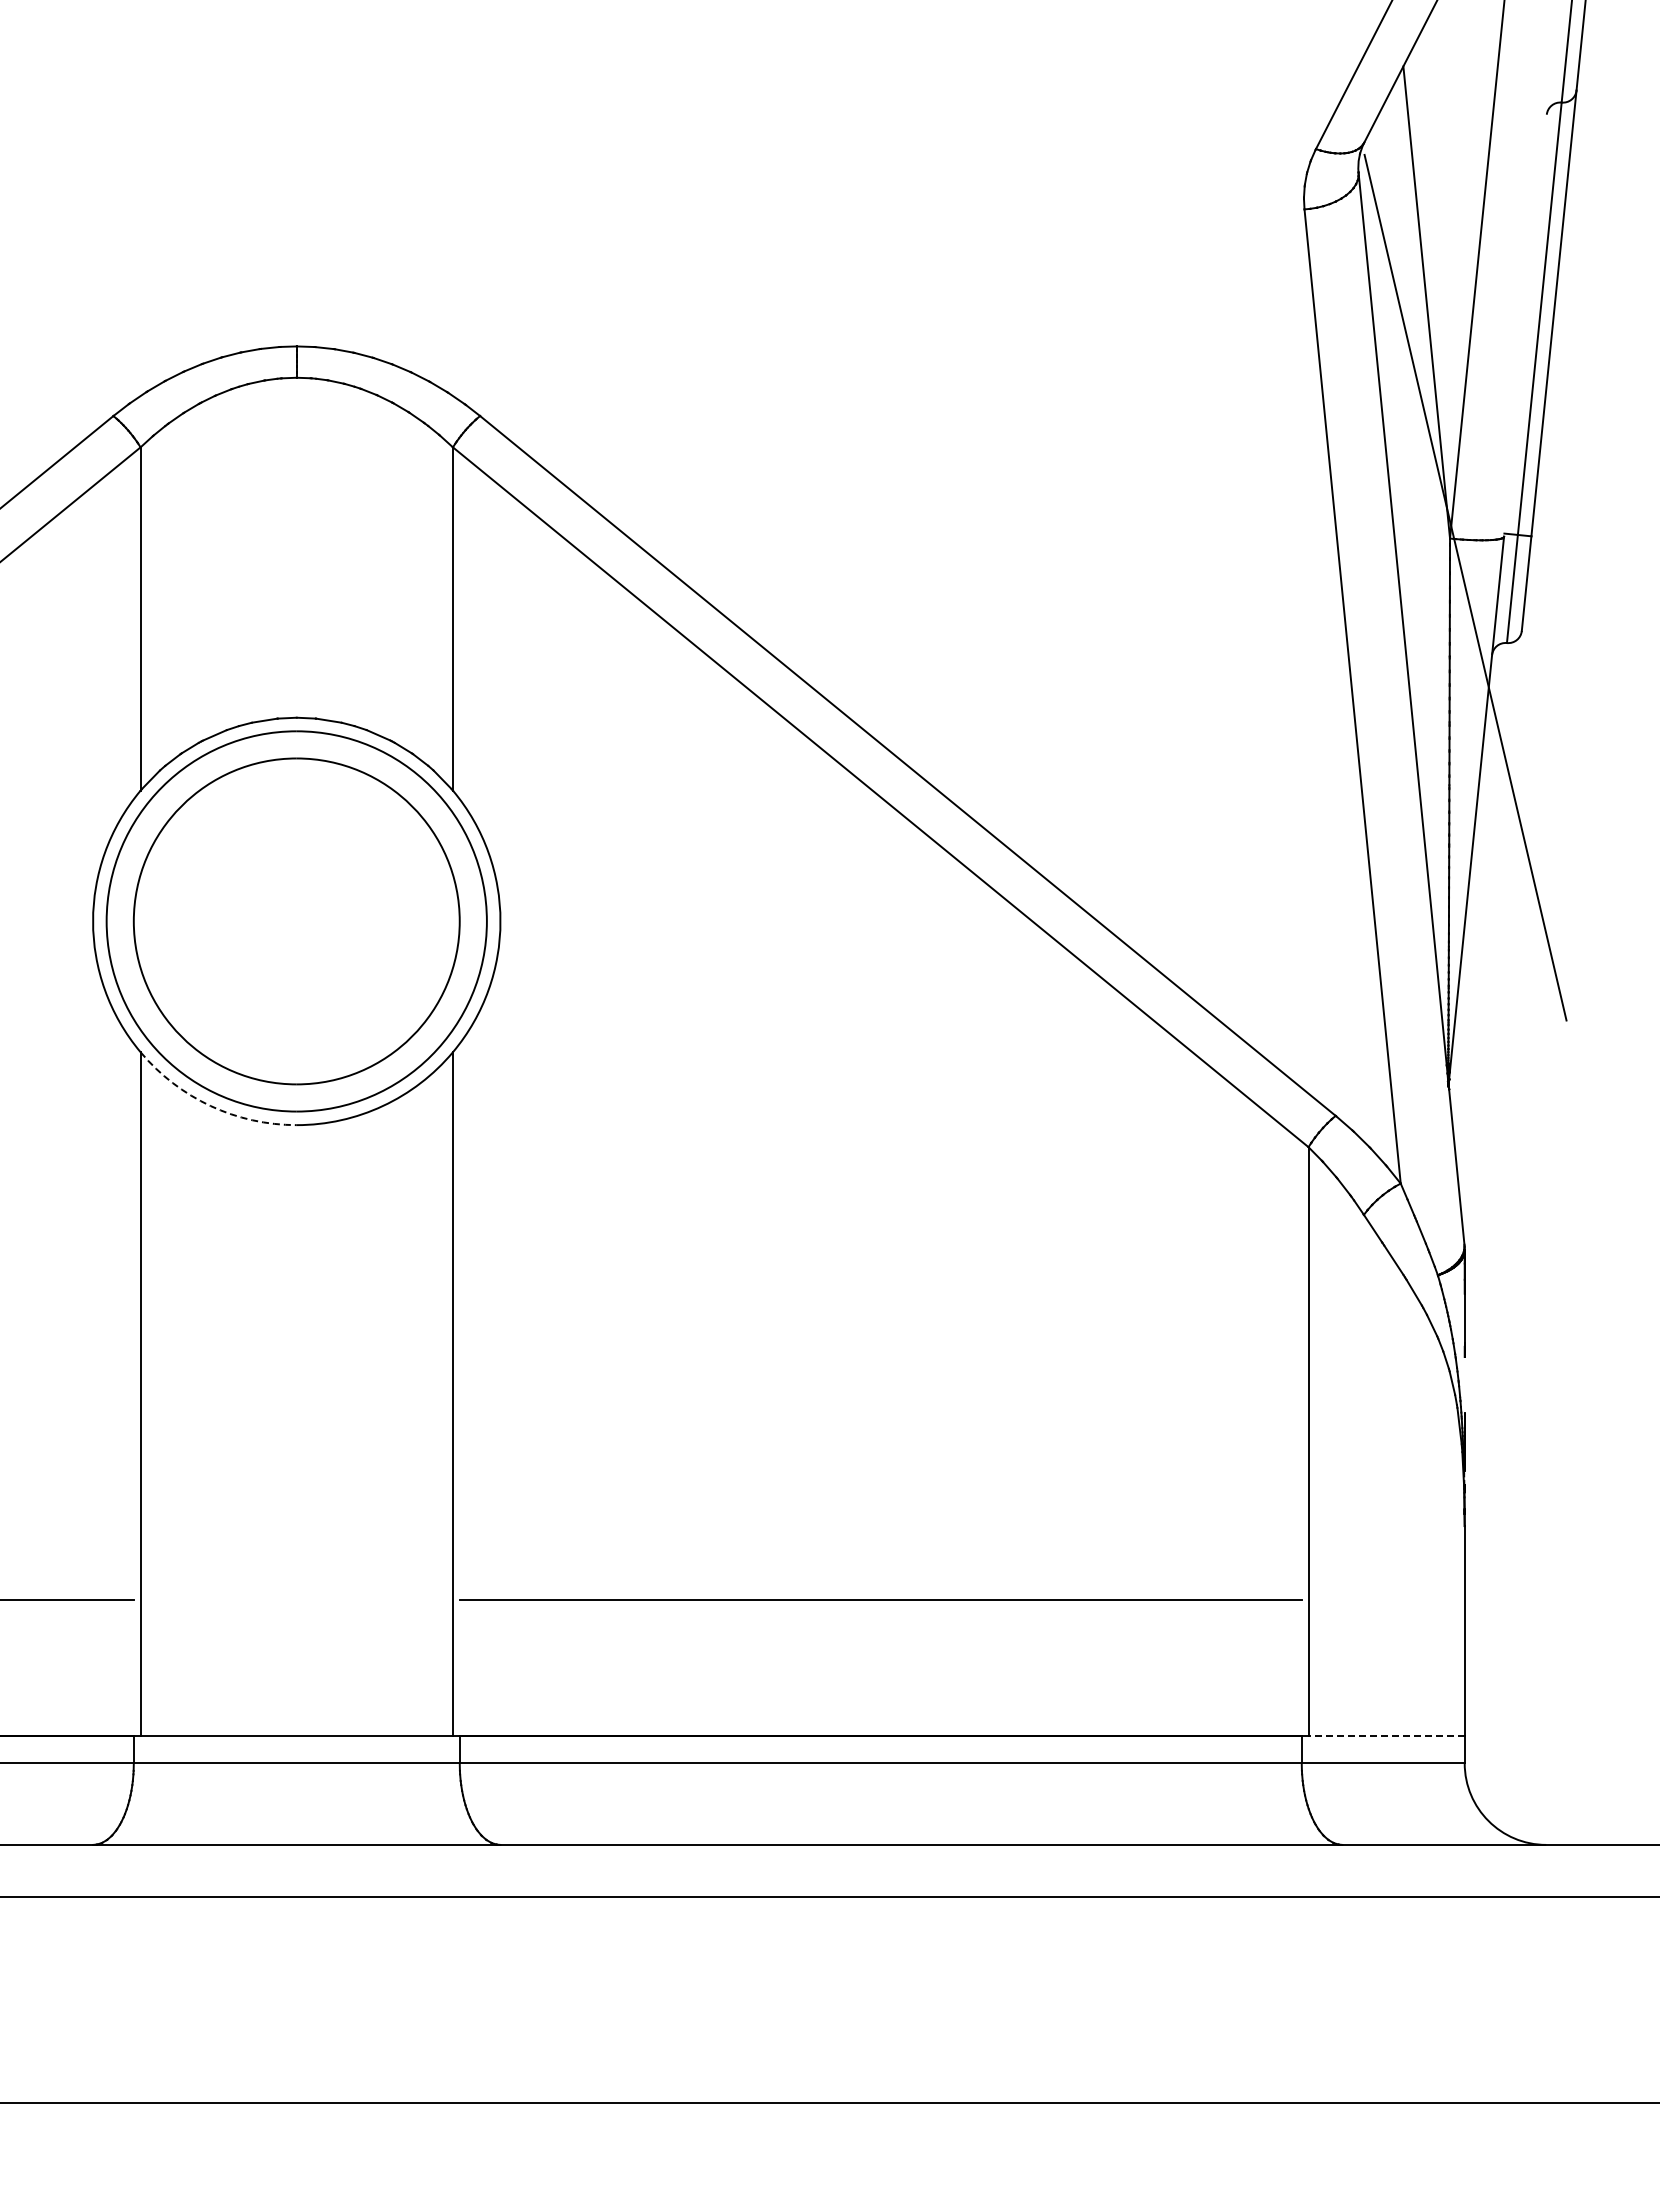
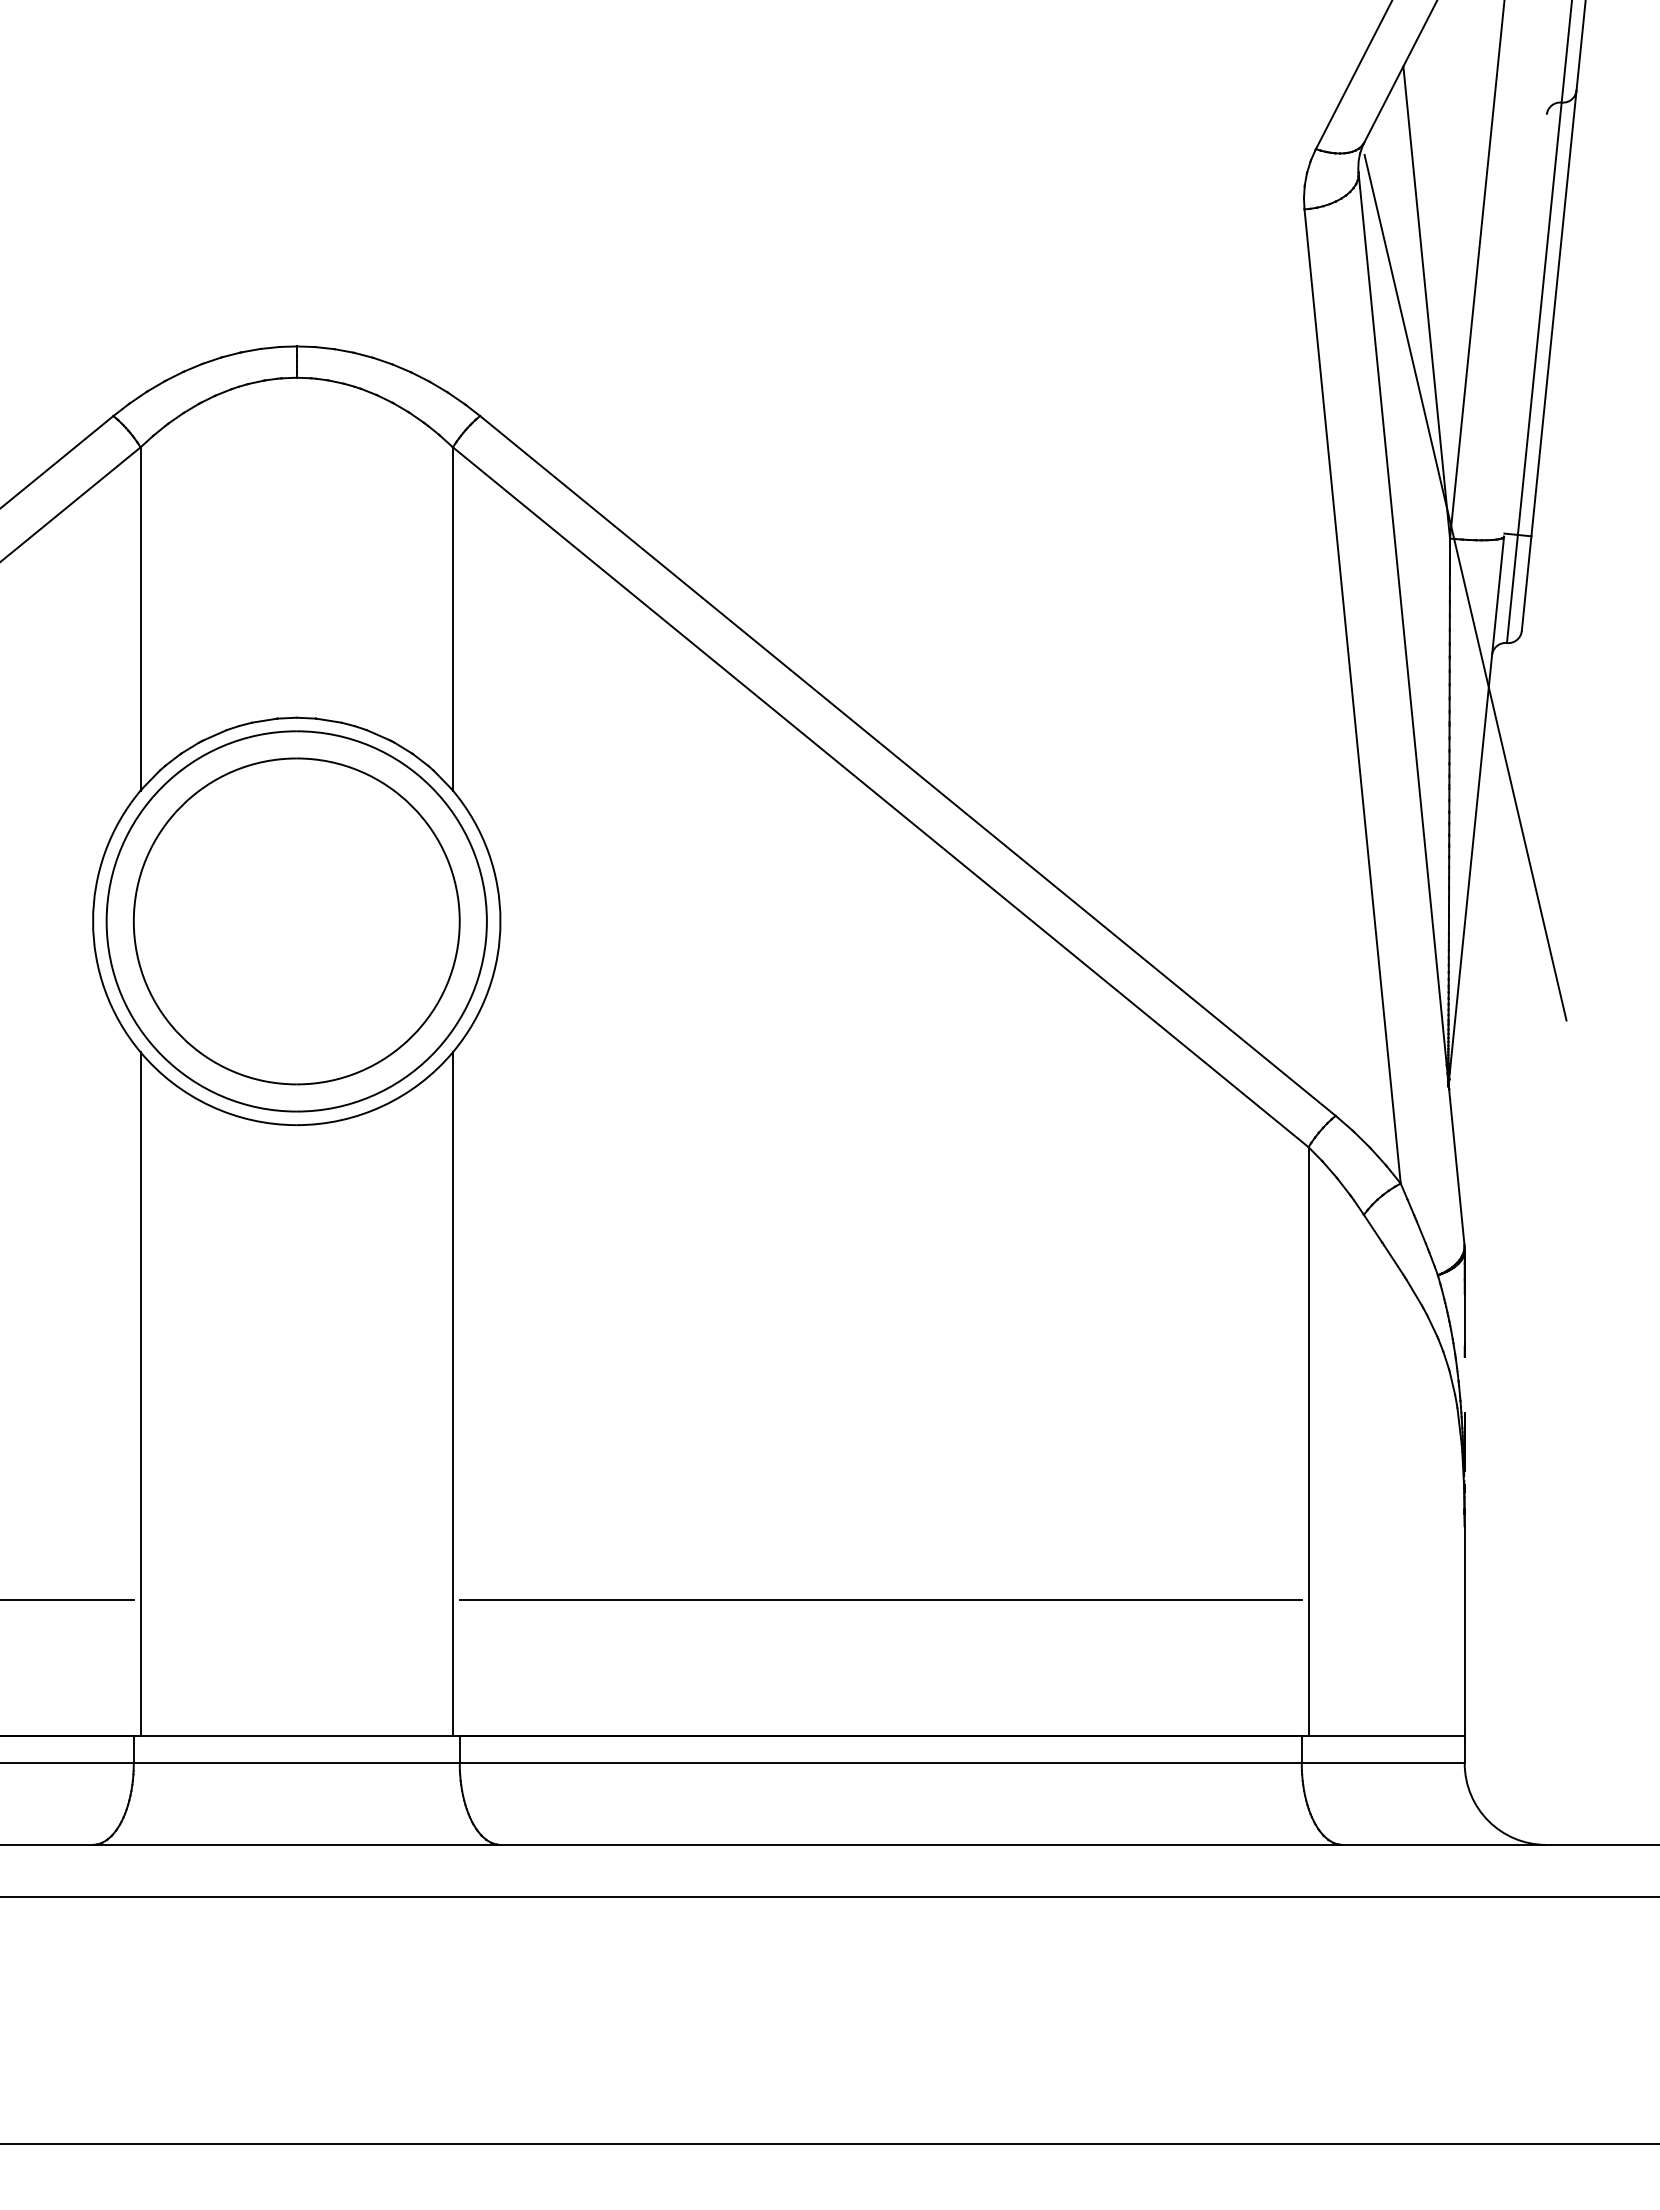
arc at (210, 1106): dashed -> solid
line at (1386, 1736): dashed -> solid
line at (829, 2102) position: (829, 2102) -> (829, 2143)
